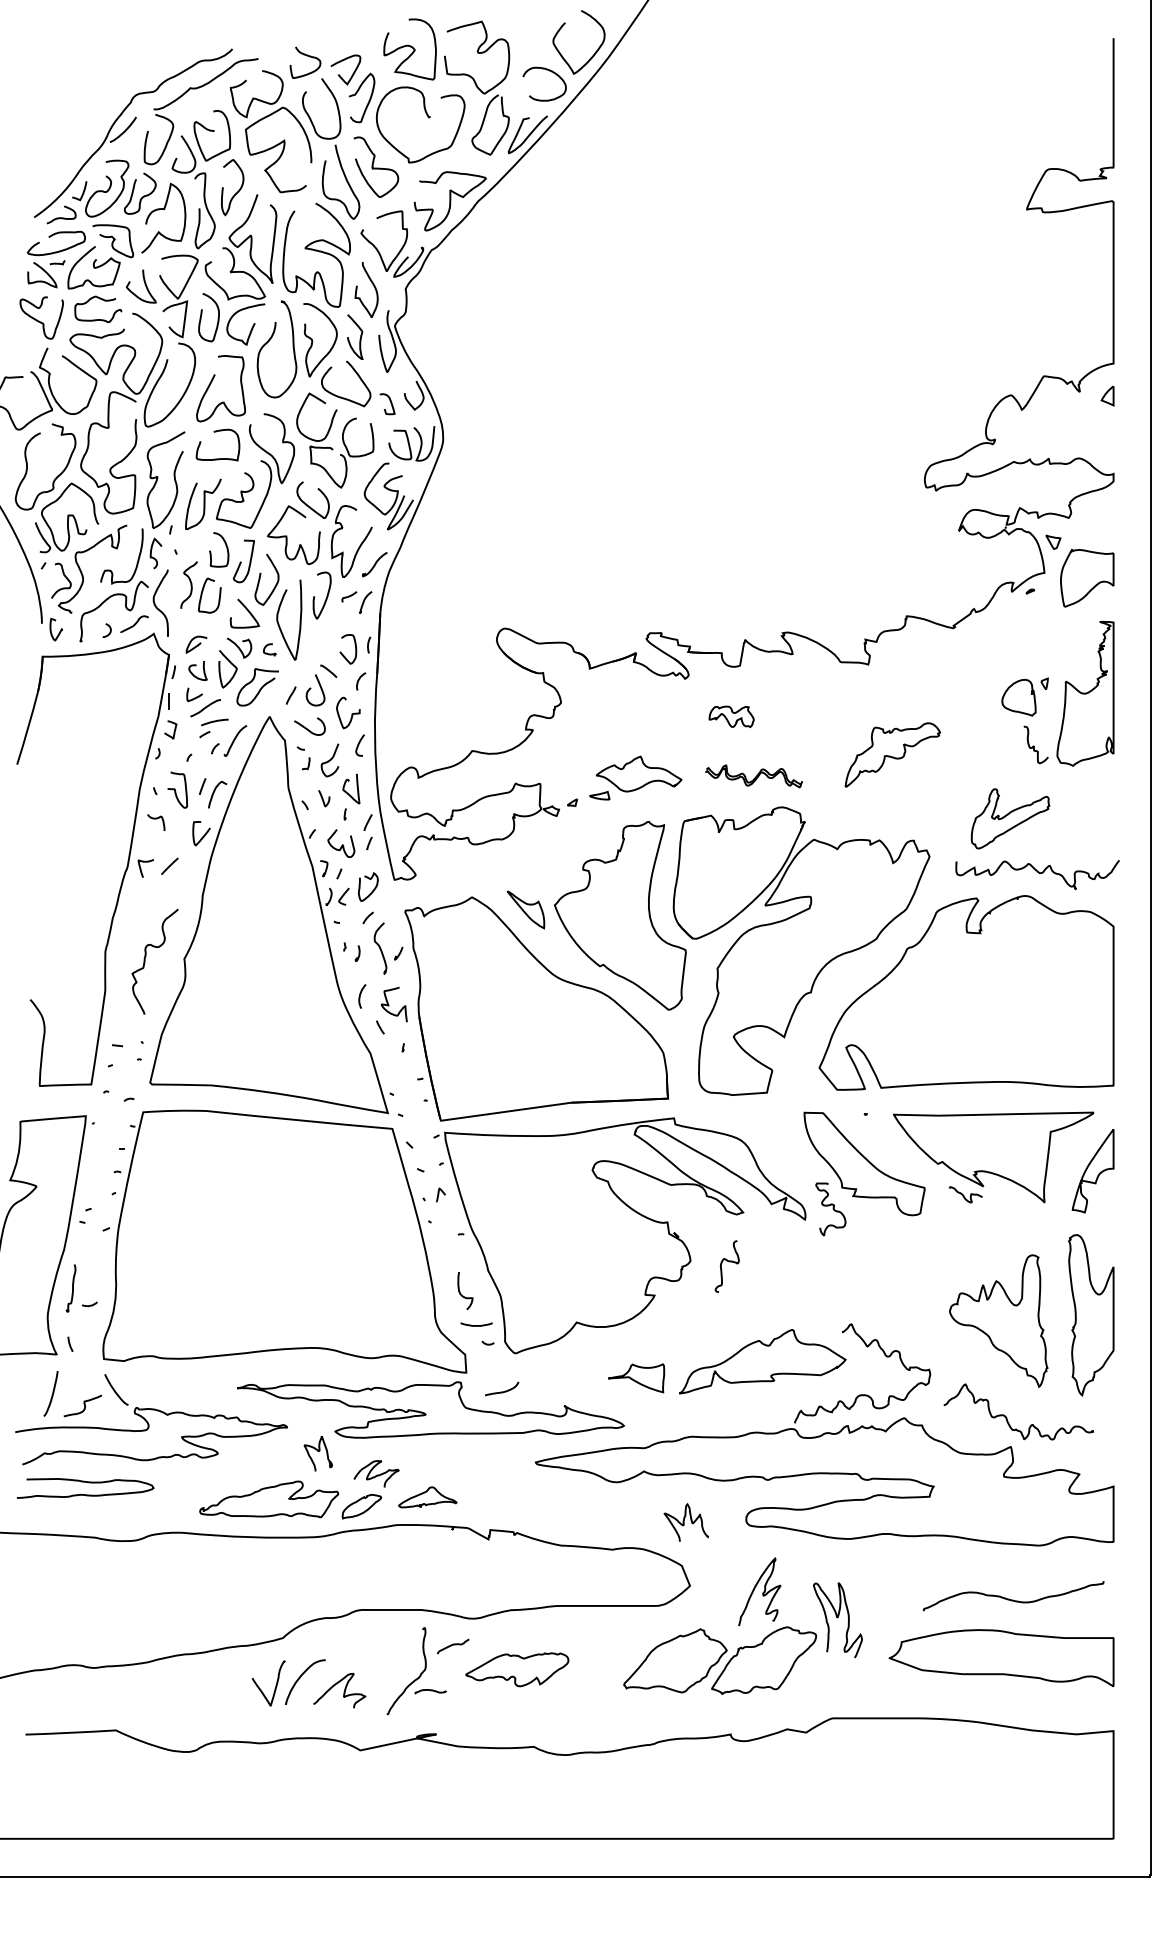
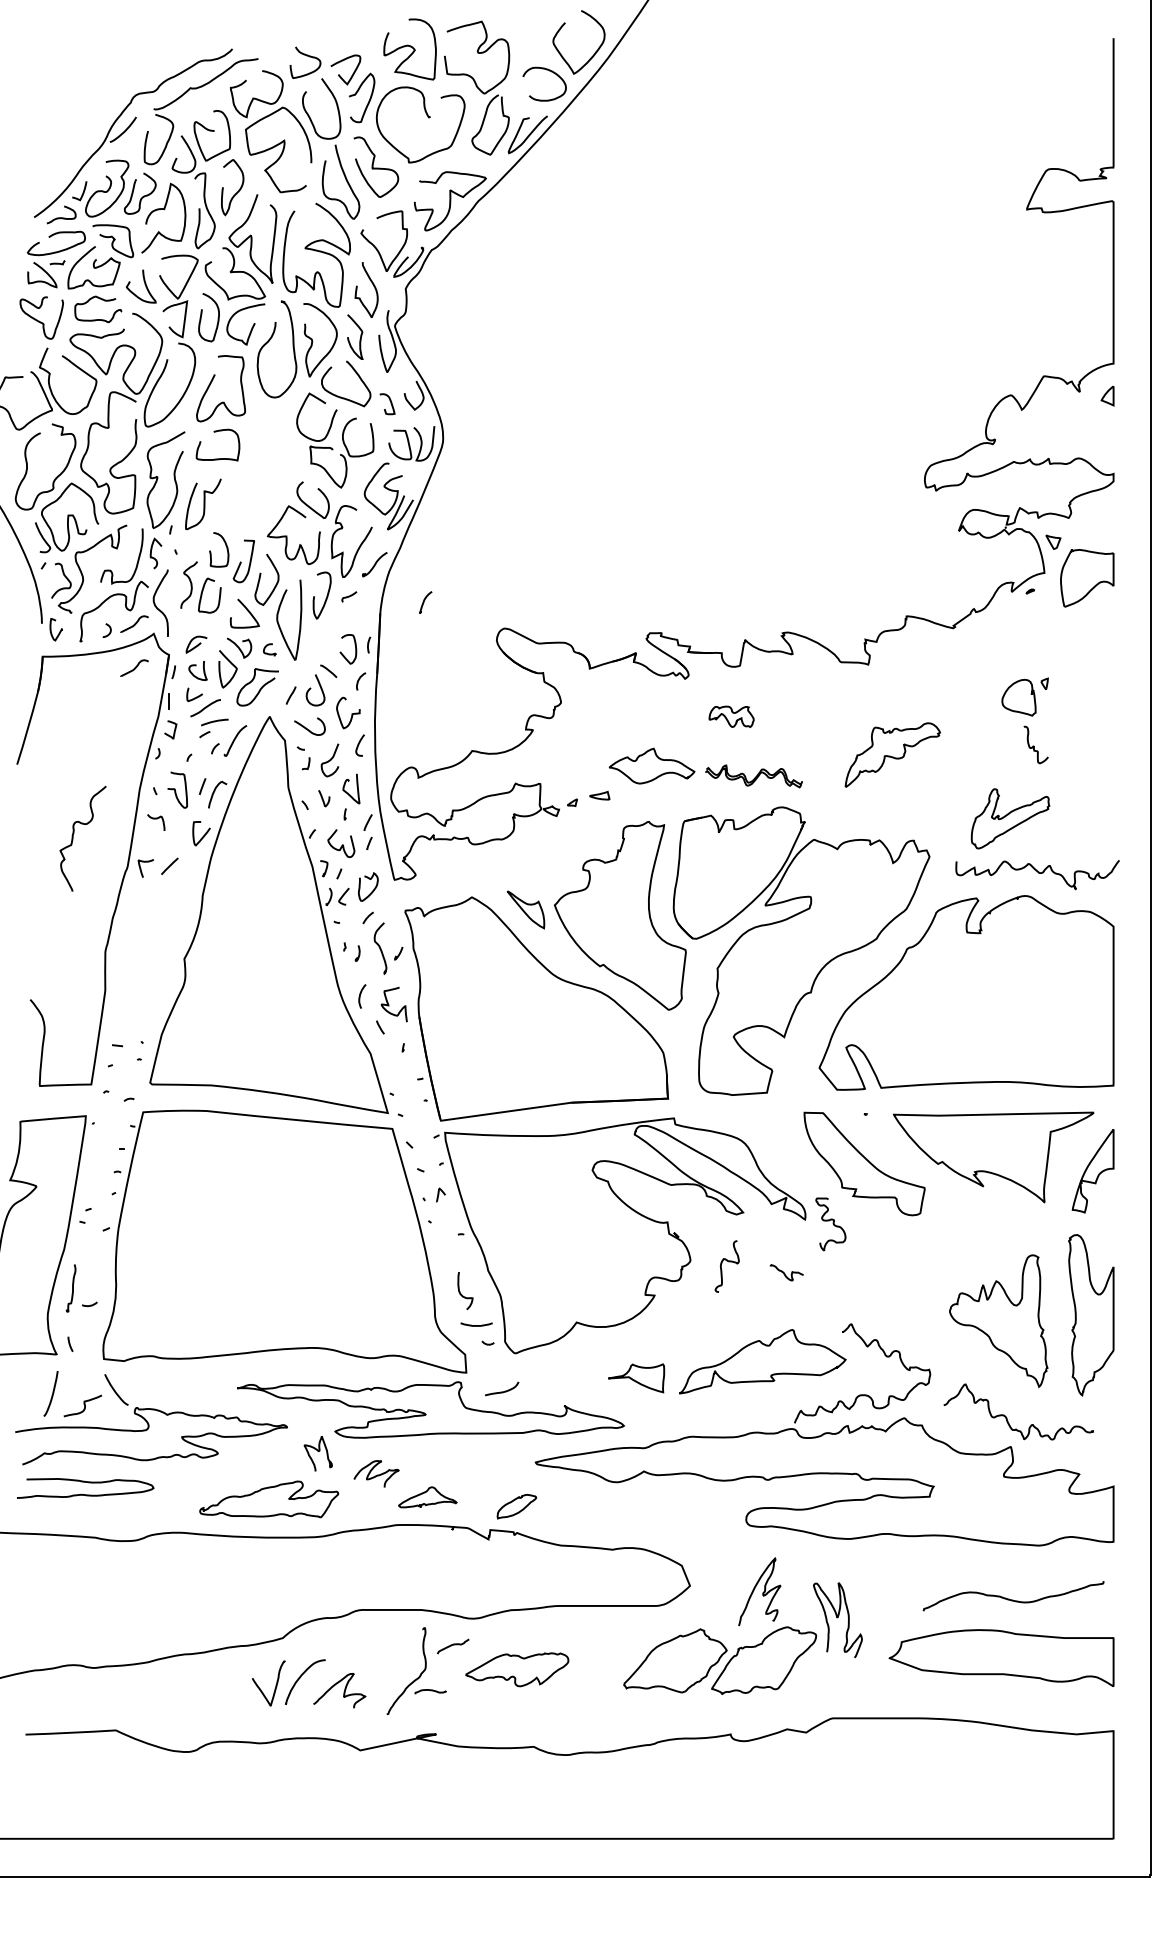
part at (250, 475): present -> none
curve at (364, 602) position: (364, 602) -> (424, 602)
curve at (134, 667): none -> present
part at (1085, 693): present -> none
part at (638, 773) position: (638, 773) -> (651, 765)
curve at (145, 961) position: (145, 961) -> (73, 838)
curve at (964, 1195) position: (964, 1195) -> (785, 1273)
curve at (832, 1208) position: (832, 1208) -> (832, 1223)
part at (361, 1506) position: (361, 1506) -> (516, 1506)
curve at (684, 1522): present -> none
